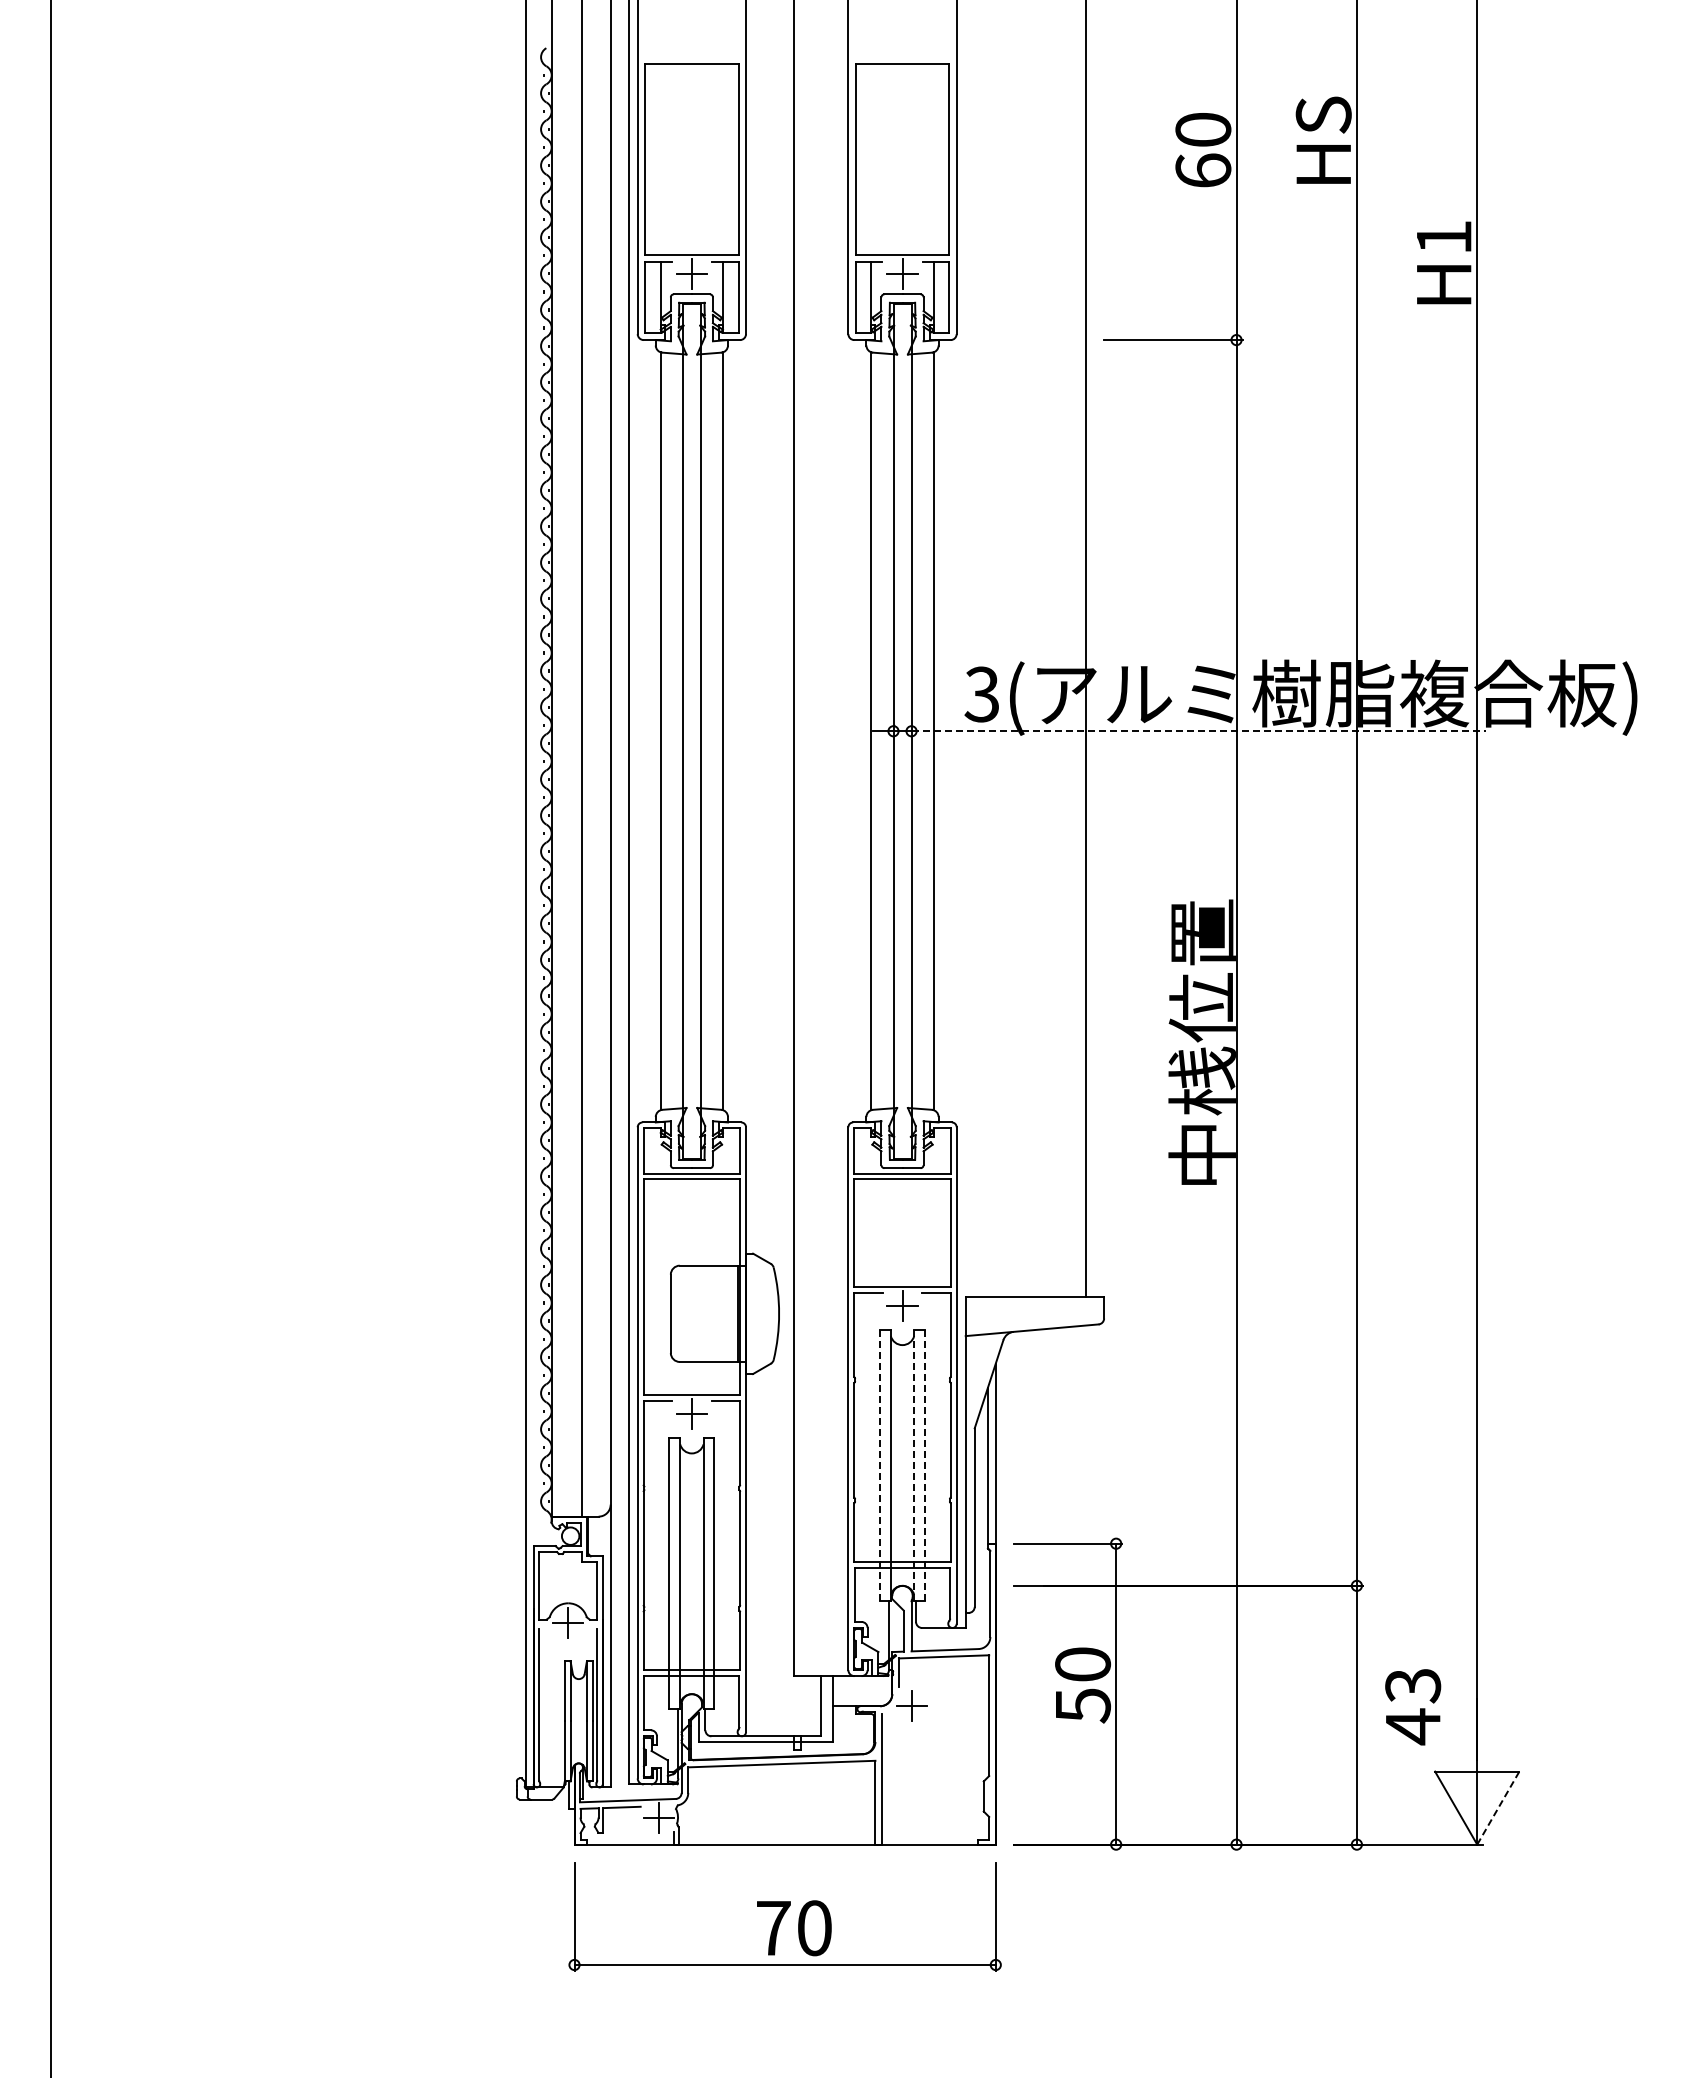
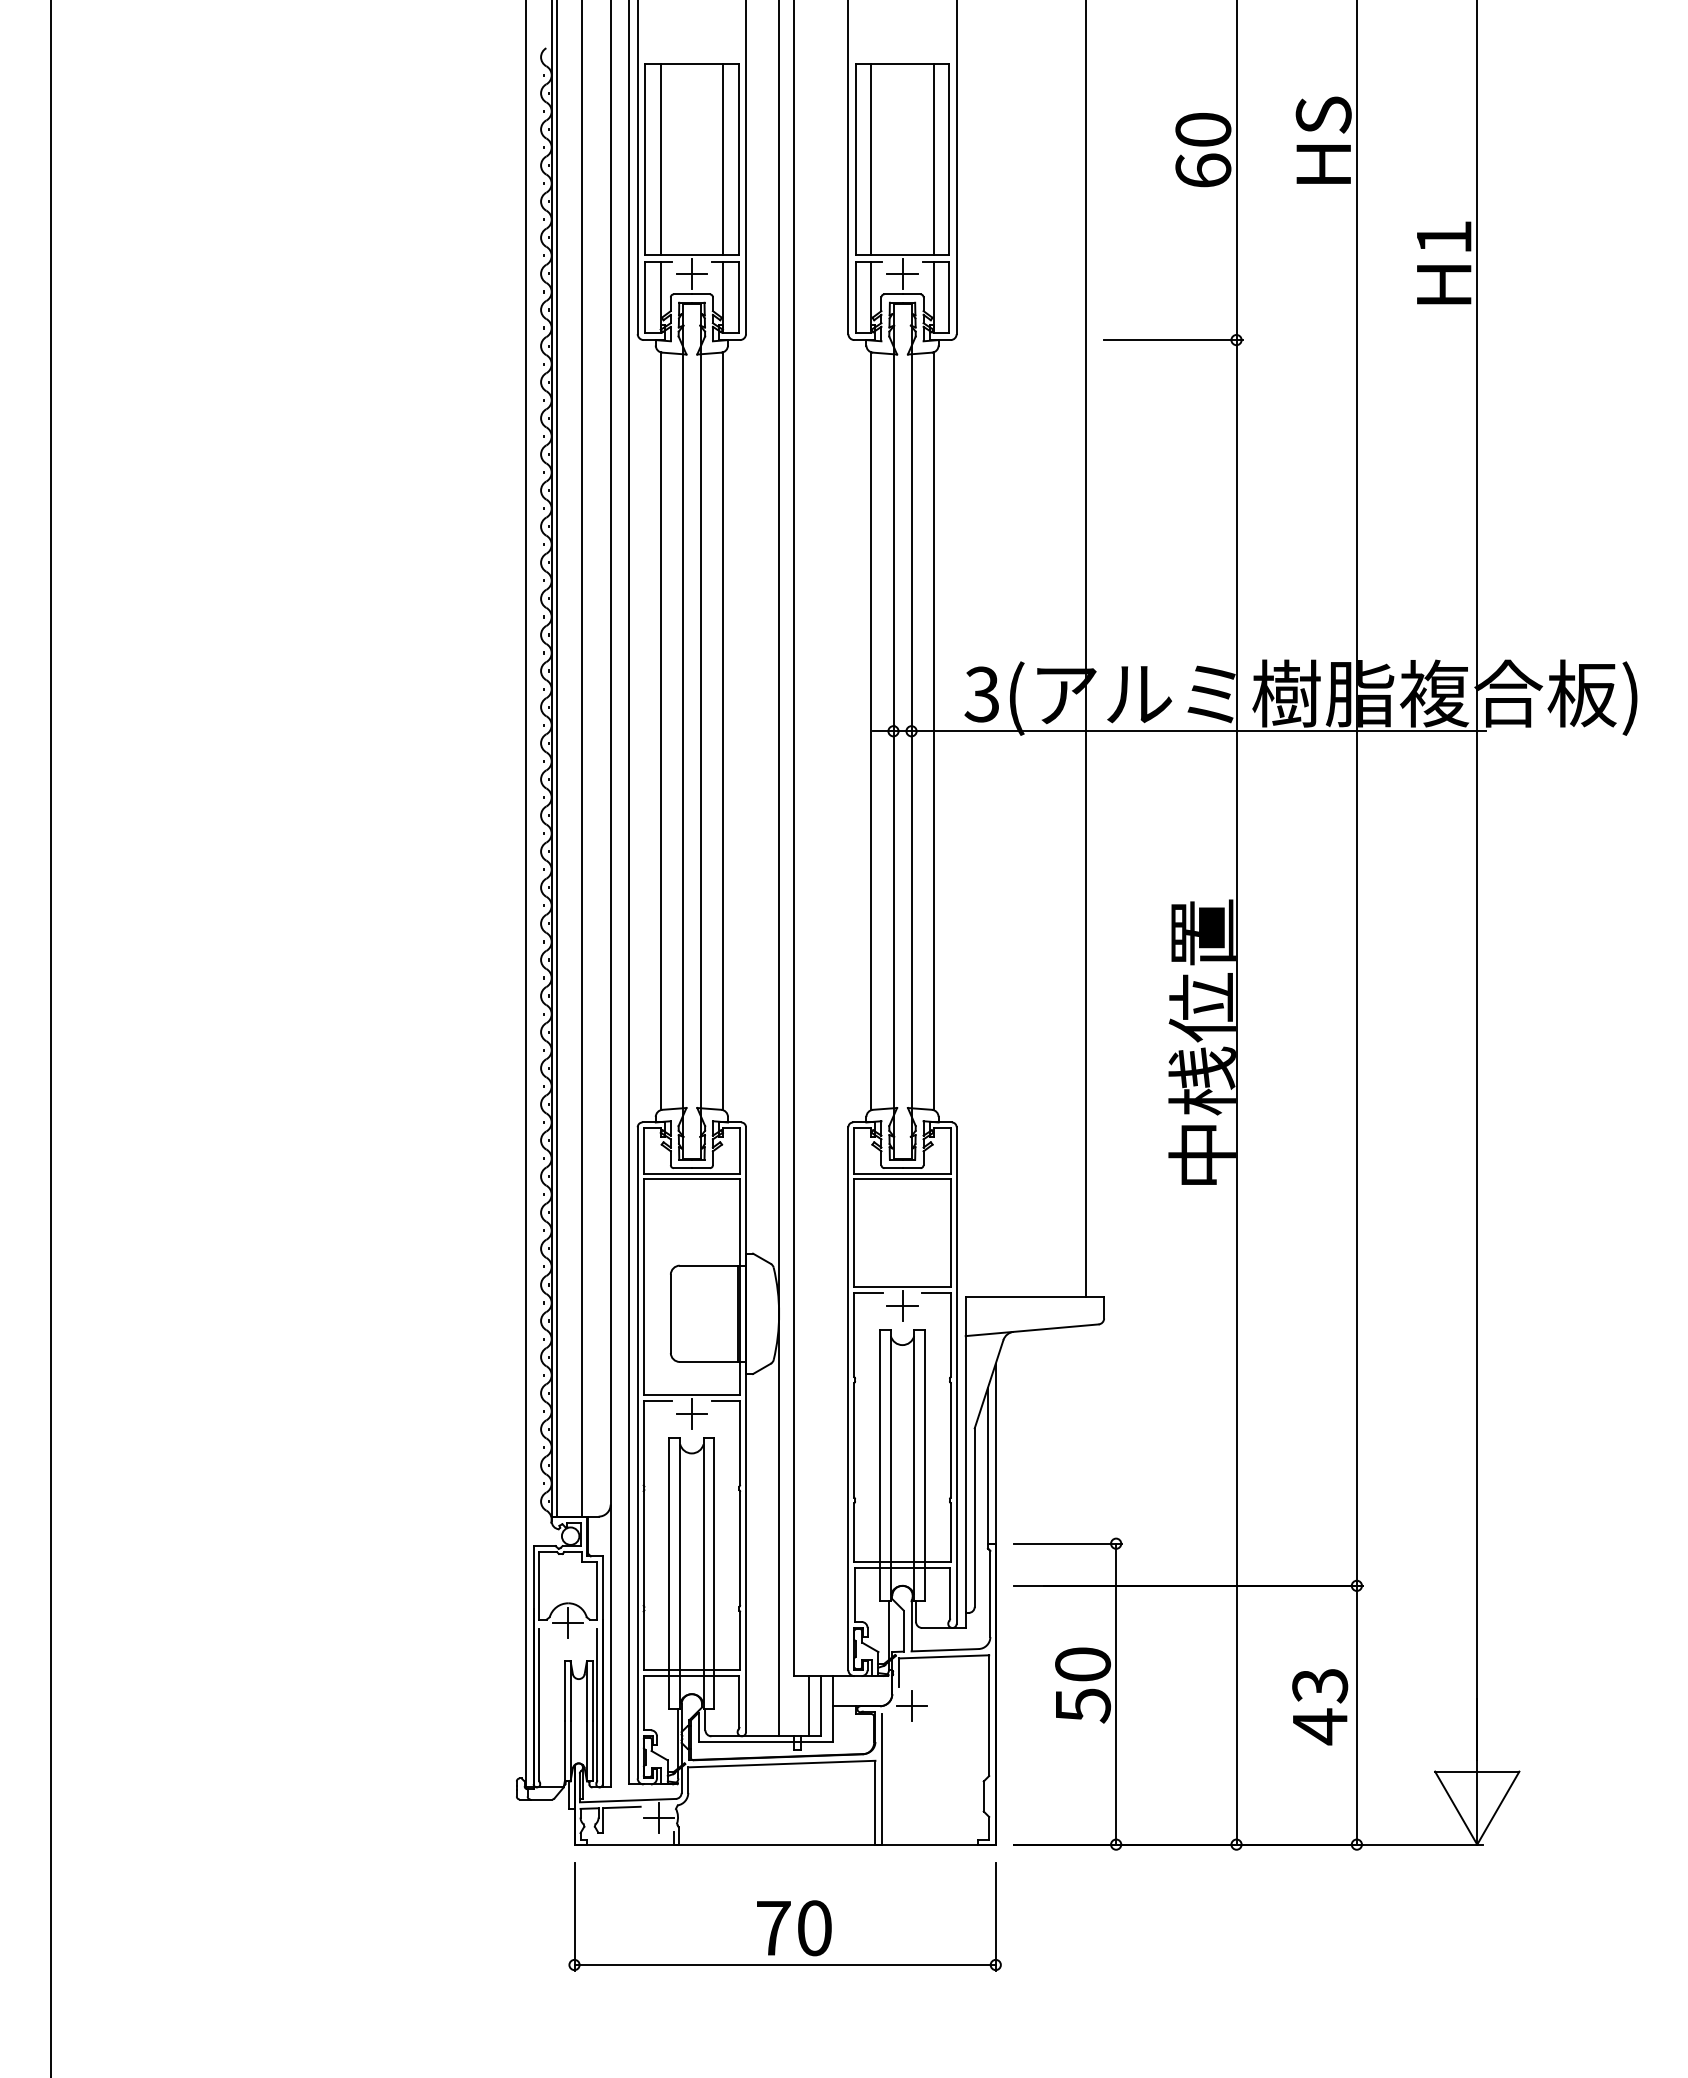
line at (660, 159): none -> present
line at (723, 159): none -> present
line at (871, 159): none -> present
line at (933, 159): none -> present
line at (1199, 731): dashed -> solid
line at (556, 759): none -> present
line at (779, 869): none -> present
line at (925, 1464): dashed -> solid
line at (879, 1465): dashed -> solid
line at (914, 1465): dashed -> solid
line at (808, 1706): none -> present
text at (1413, 1707) position: (1413, 1707) -> (1320, 1707)
line at (1498, 1807): dashed -> solid
